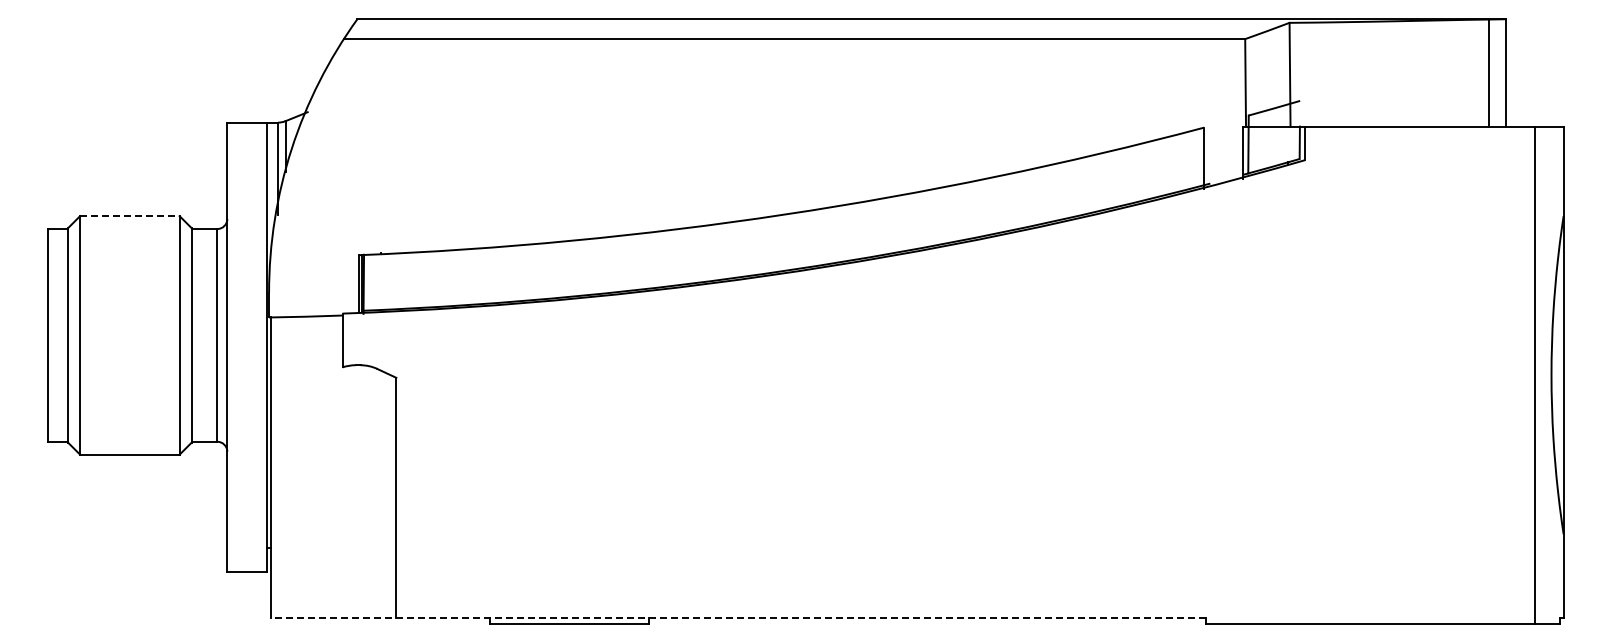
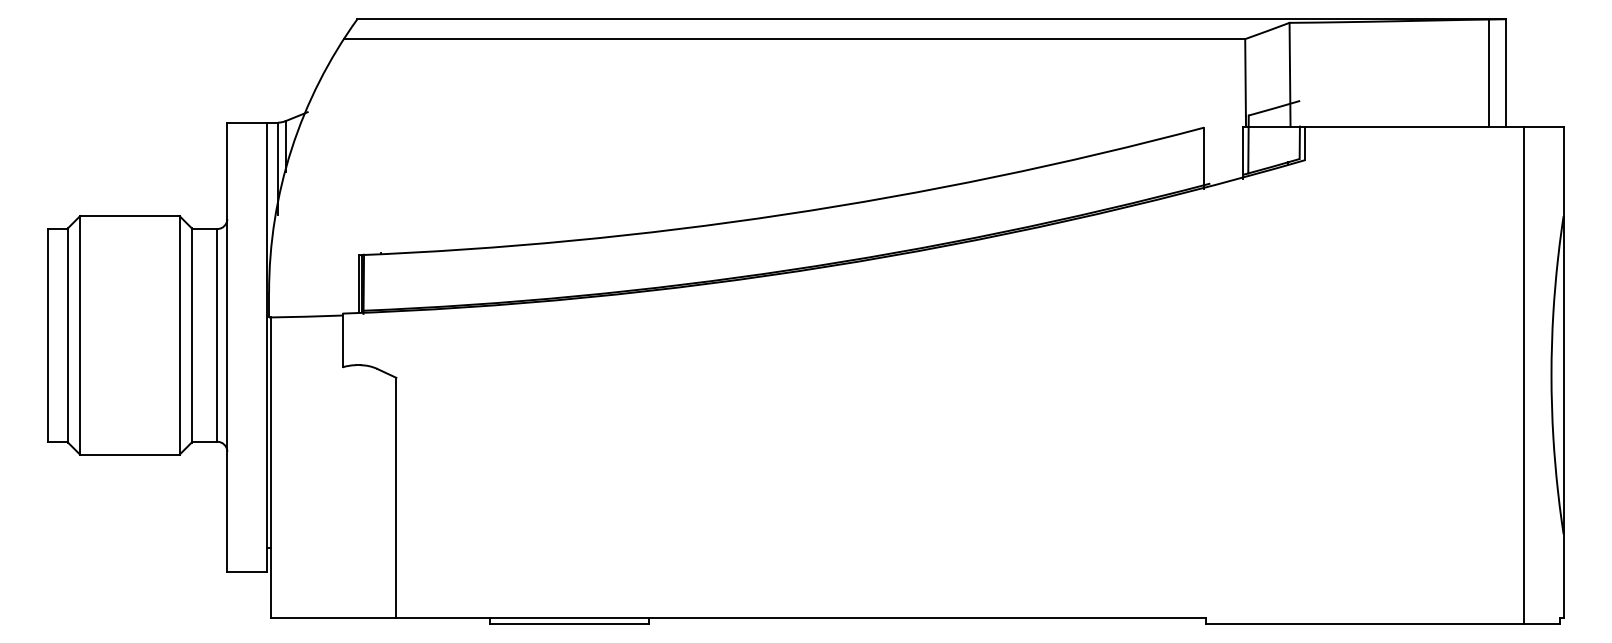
line at (129, 216): dashed -> solid
line at (1534, 374) position: (1534, 374) -> (1523, 374)
line at (737, 617): dashed -> solid
